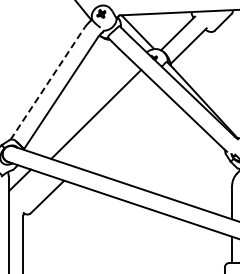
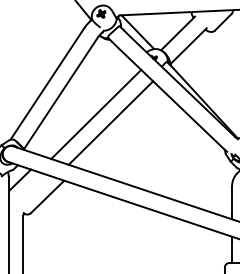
line at (47, 83): dashed -> solid
line at (110, 122): none -> present
